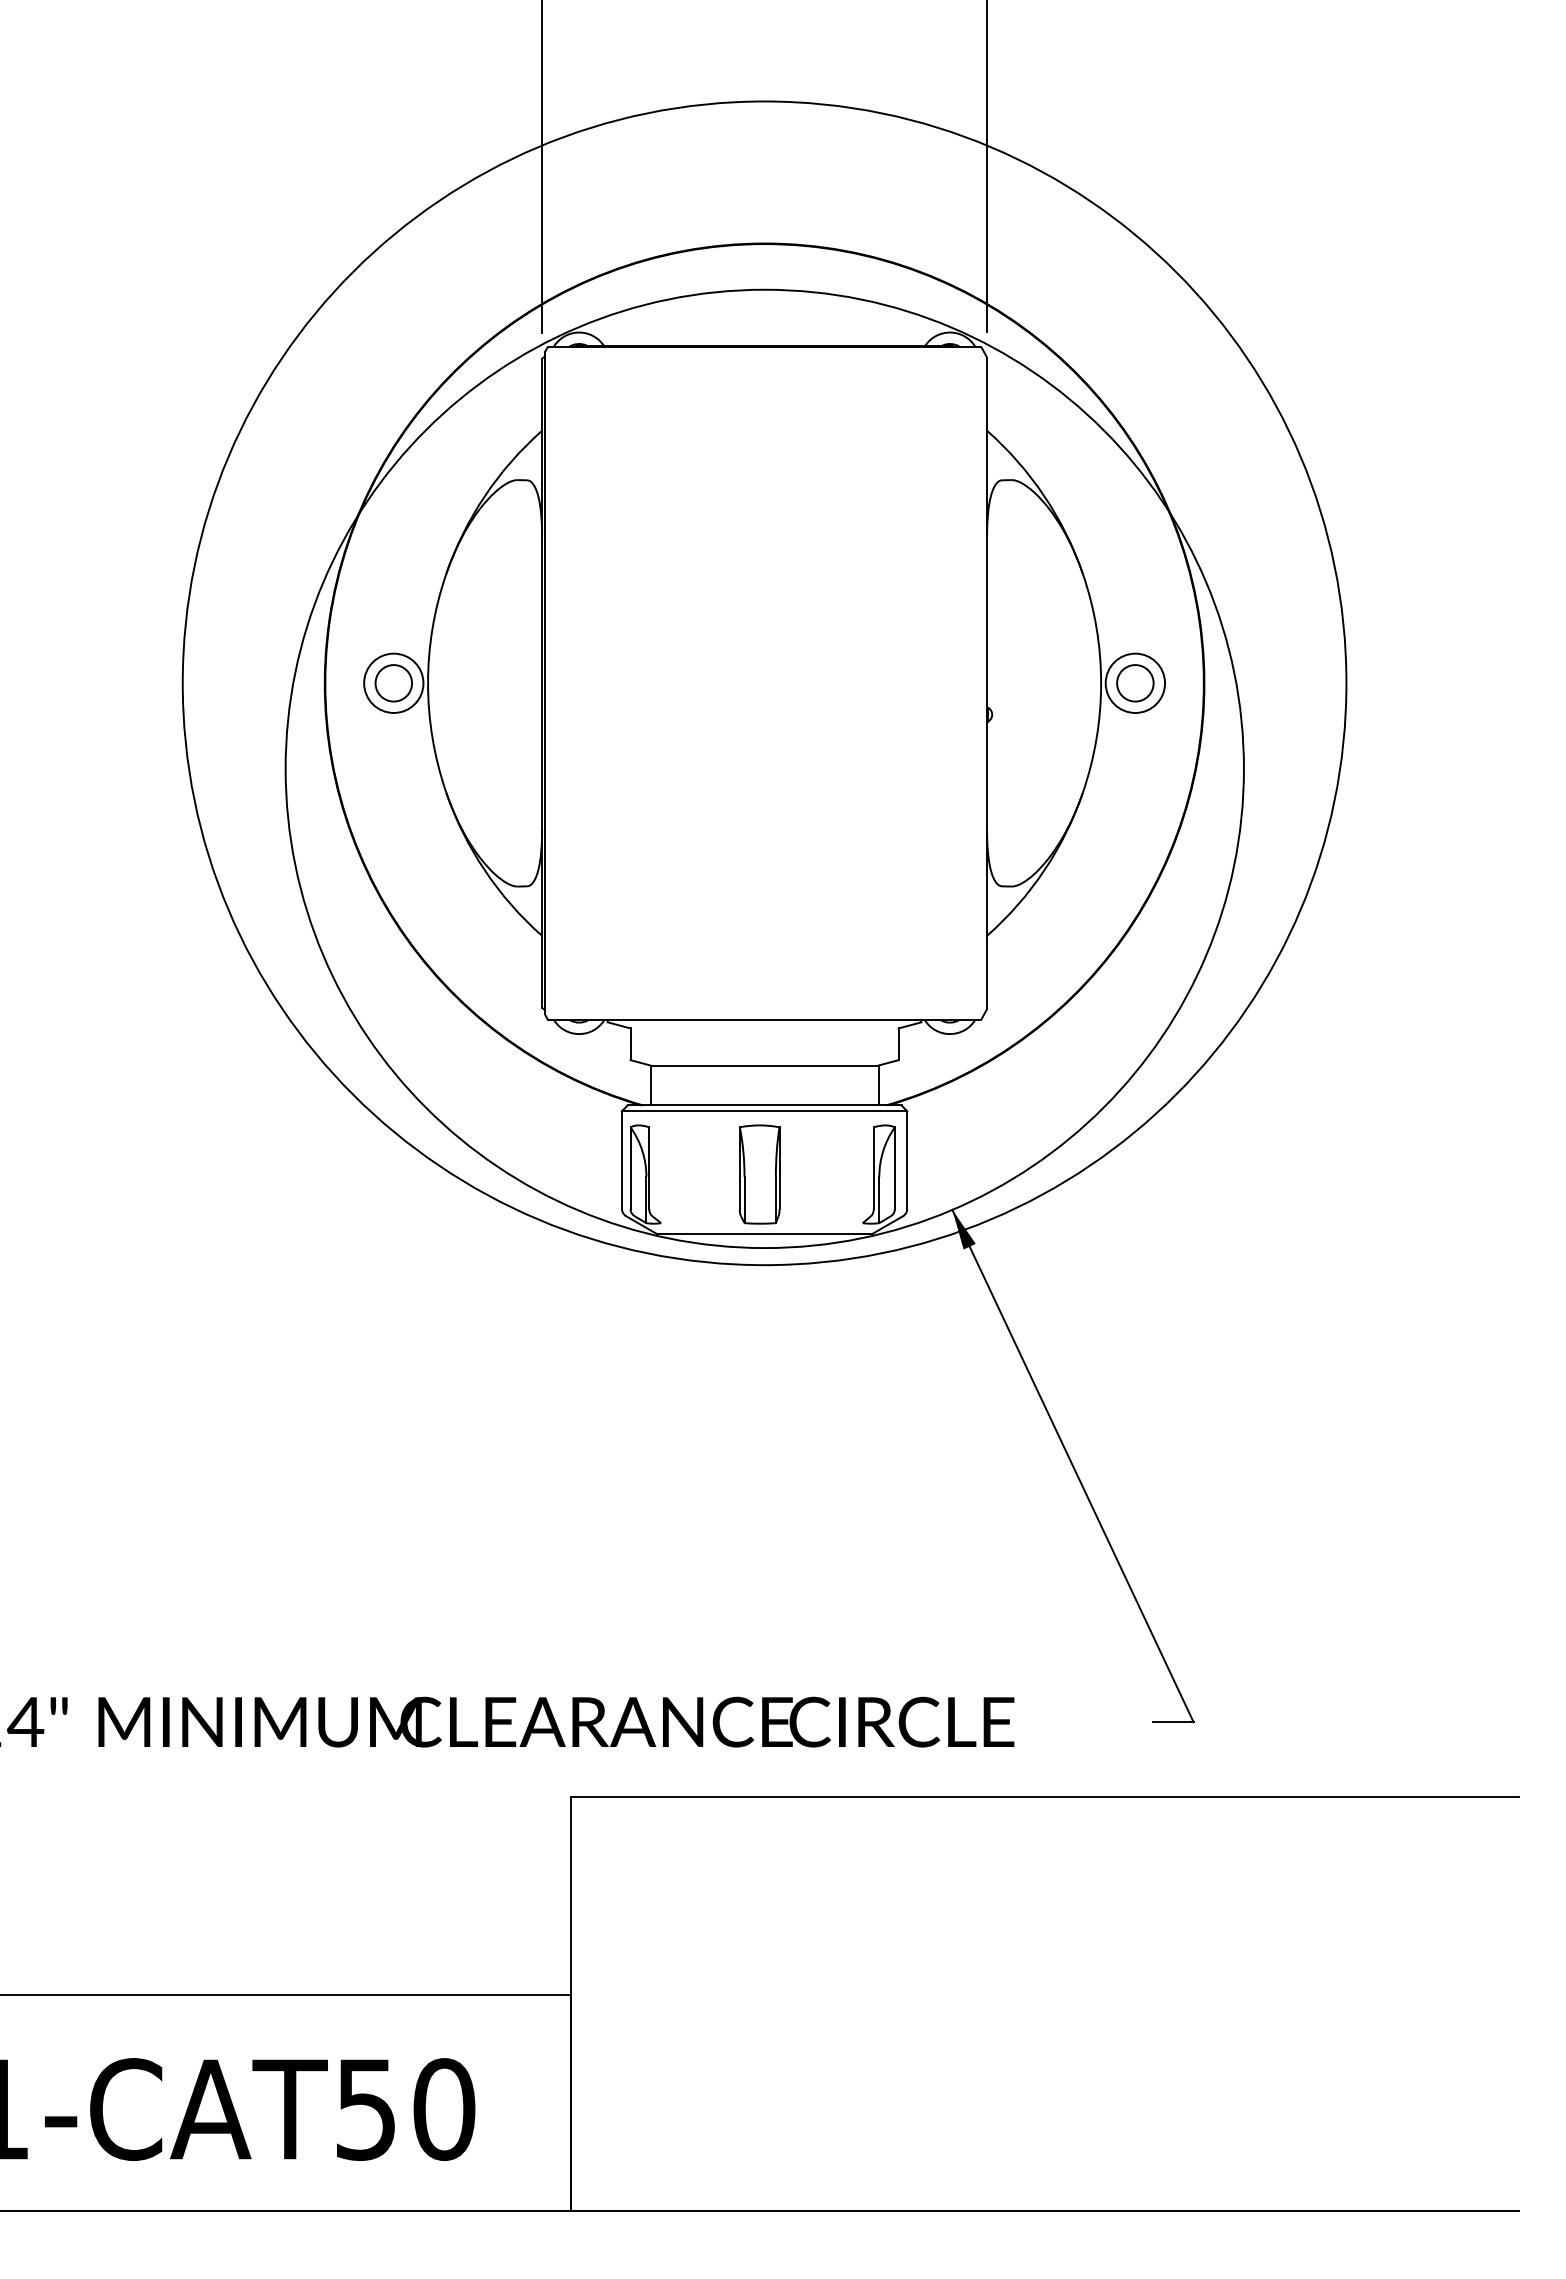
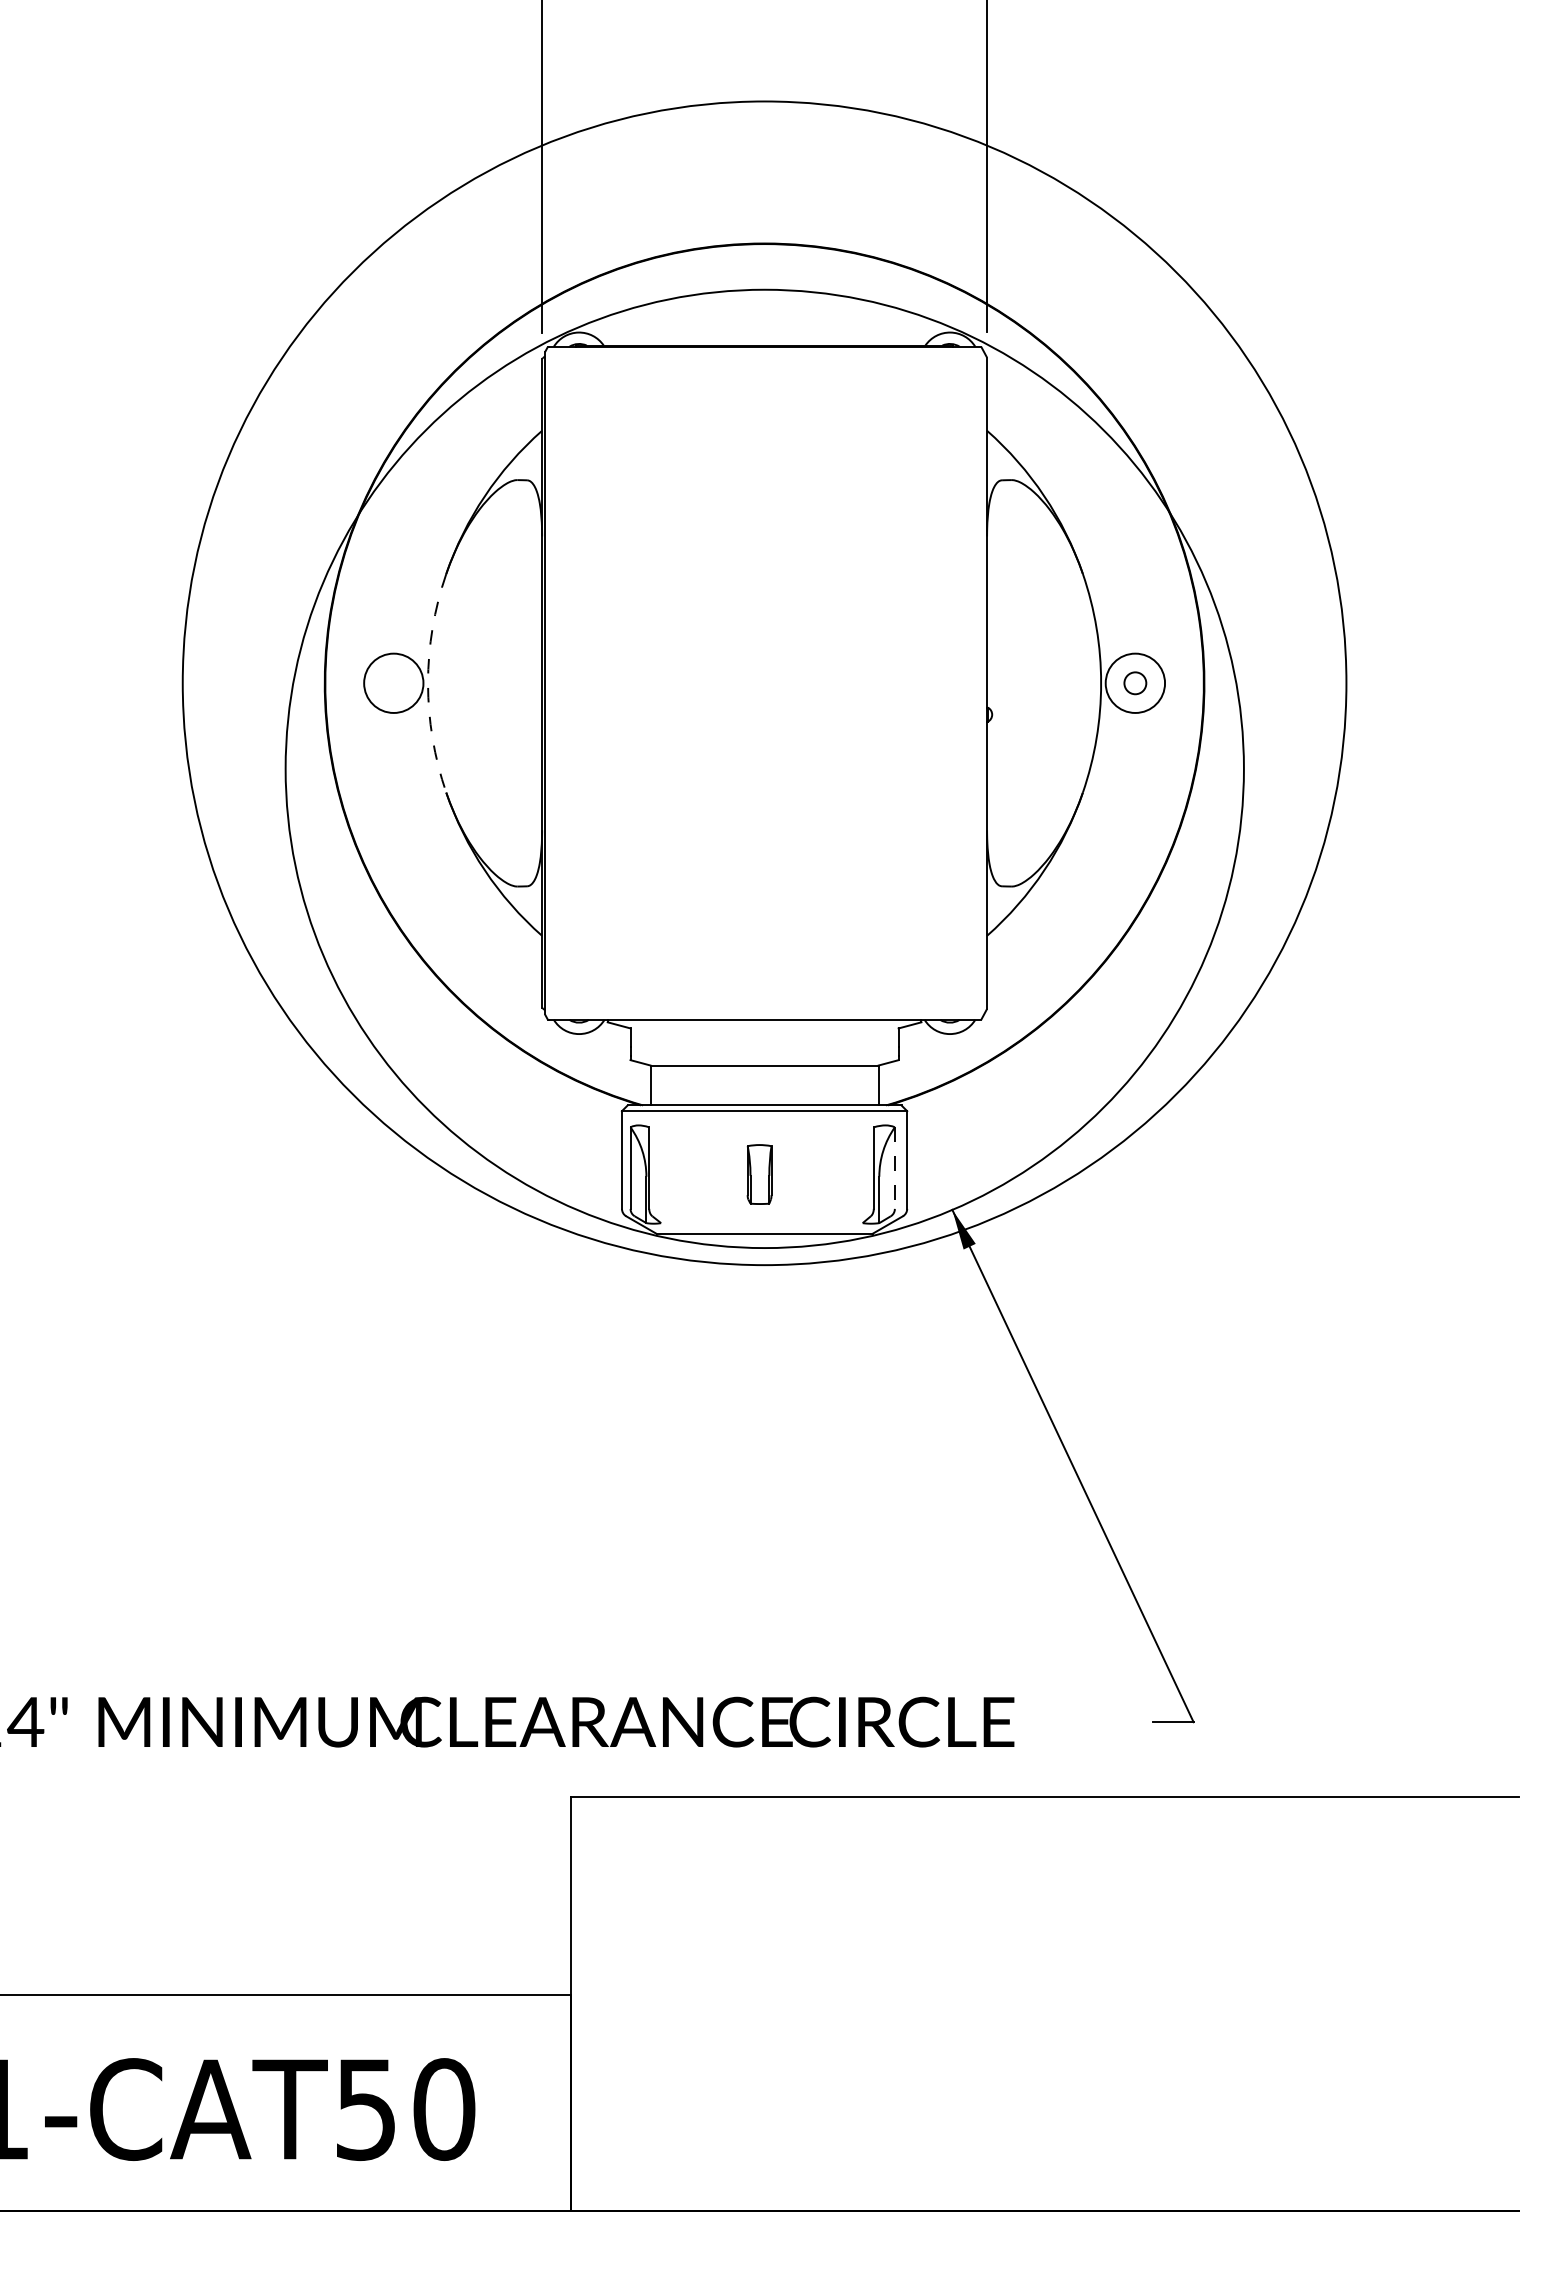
circle at (393, 683): present -> none
arc at (428, 683): solid -> dashed
circle at (1135, 683) diameter: 37 px -> 22 px
line at (894, 1168): solid -> dashed
part at (759, 1174) size: 43x101 px -> 27x61 px
